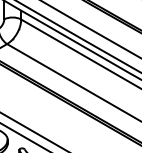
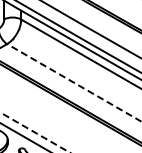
line at (74, 82): solid -> dashed
line at (35, 132): solid -> dashed
